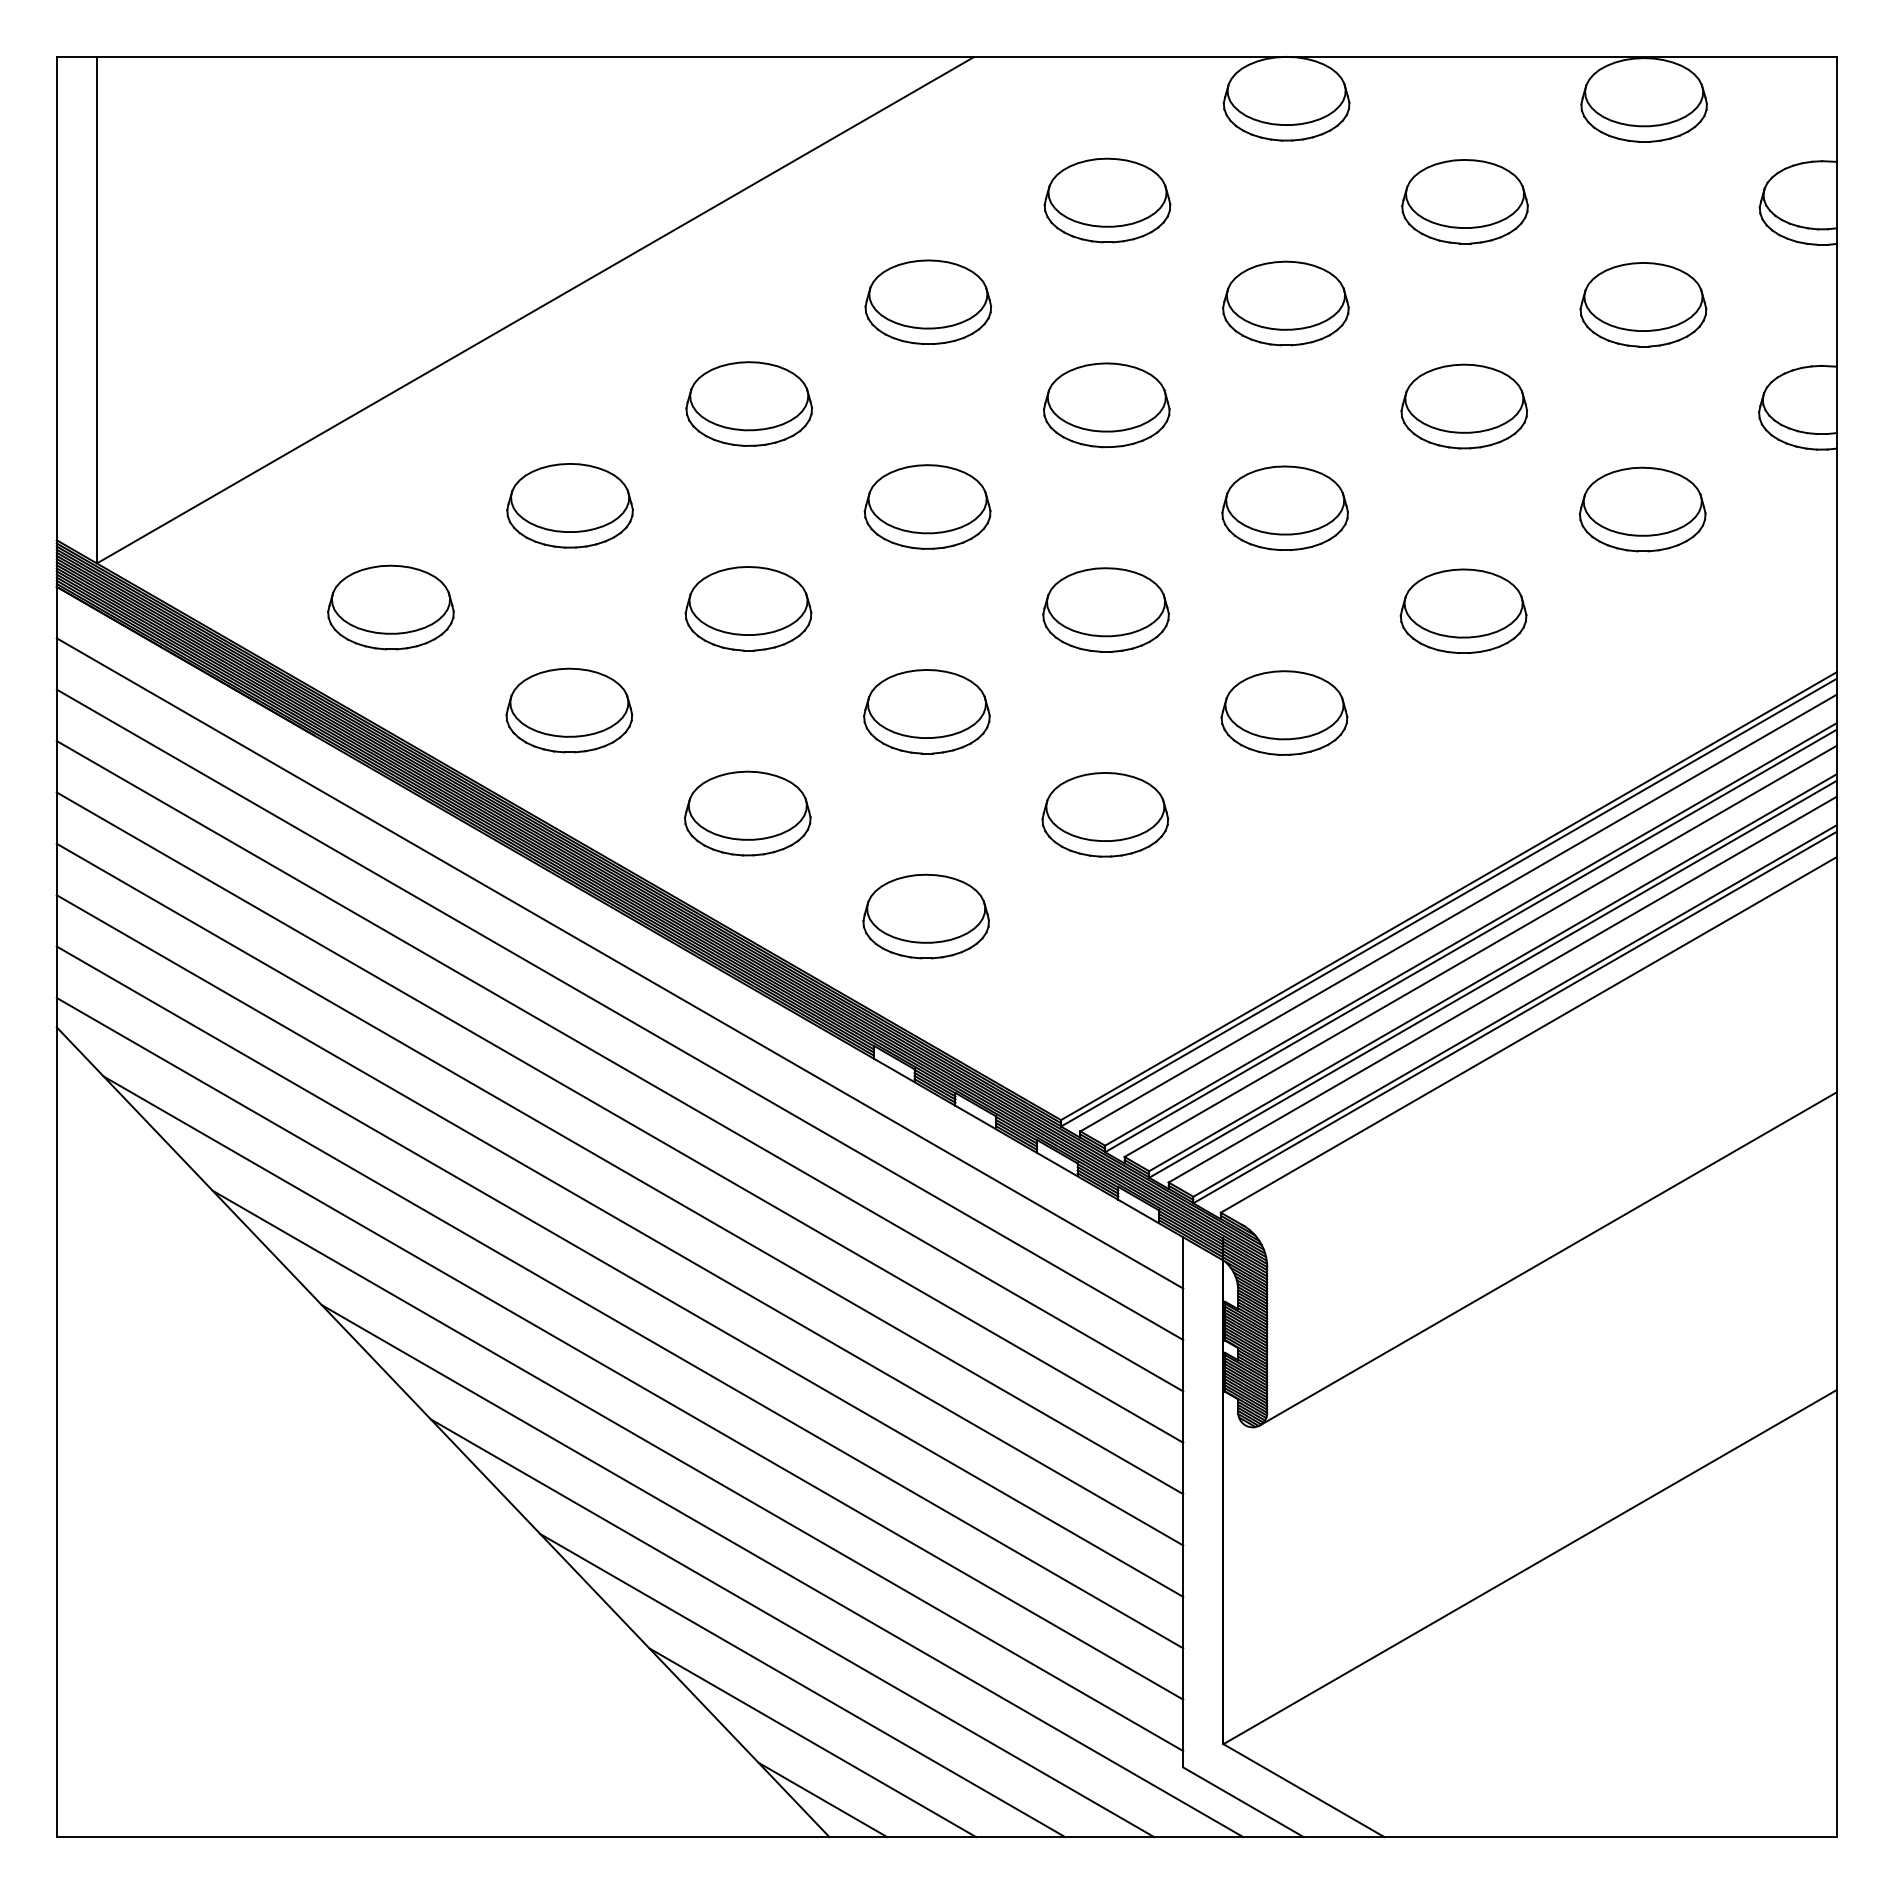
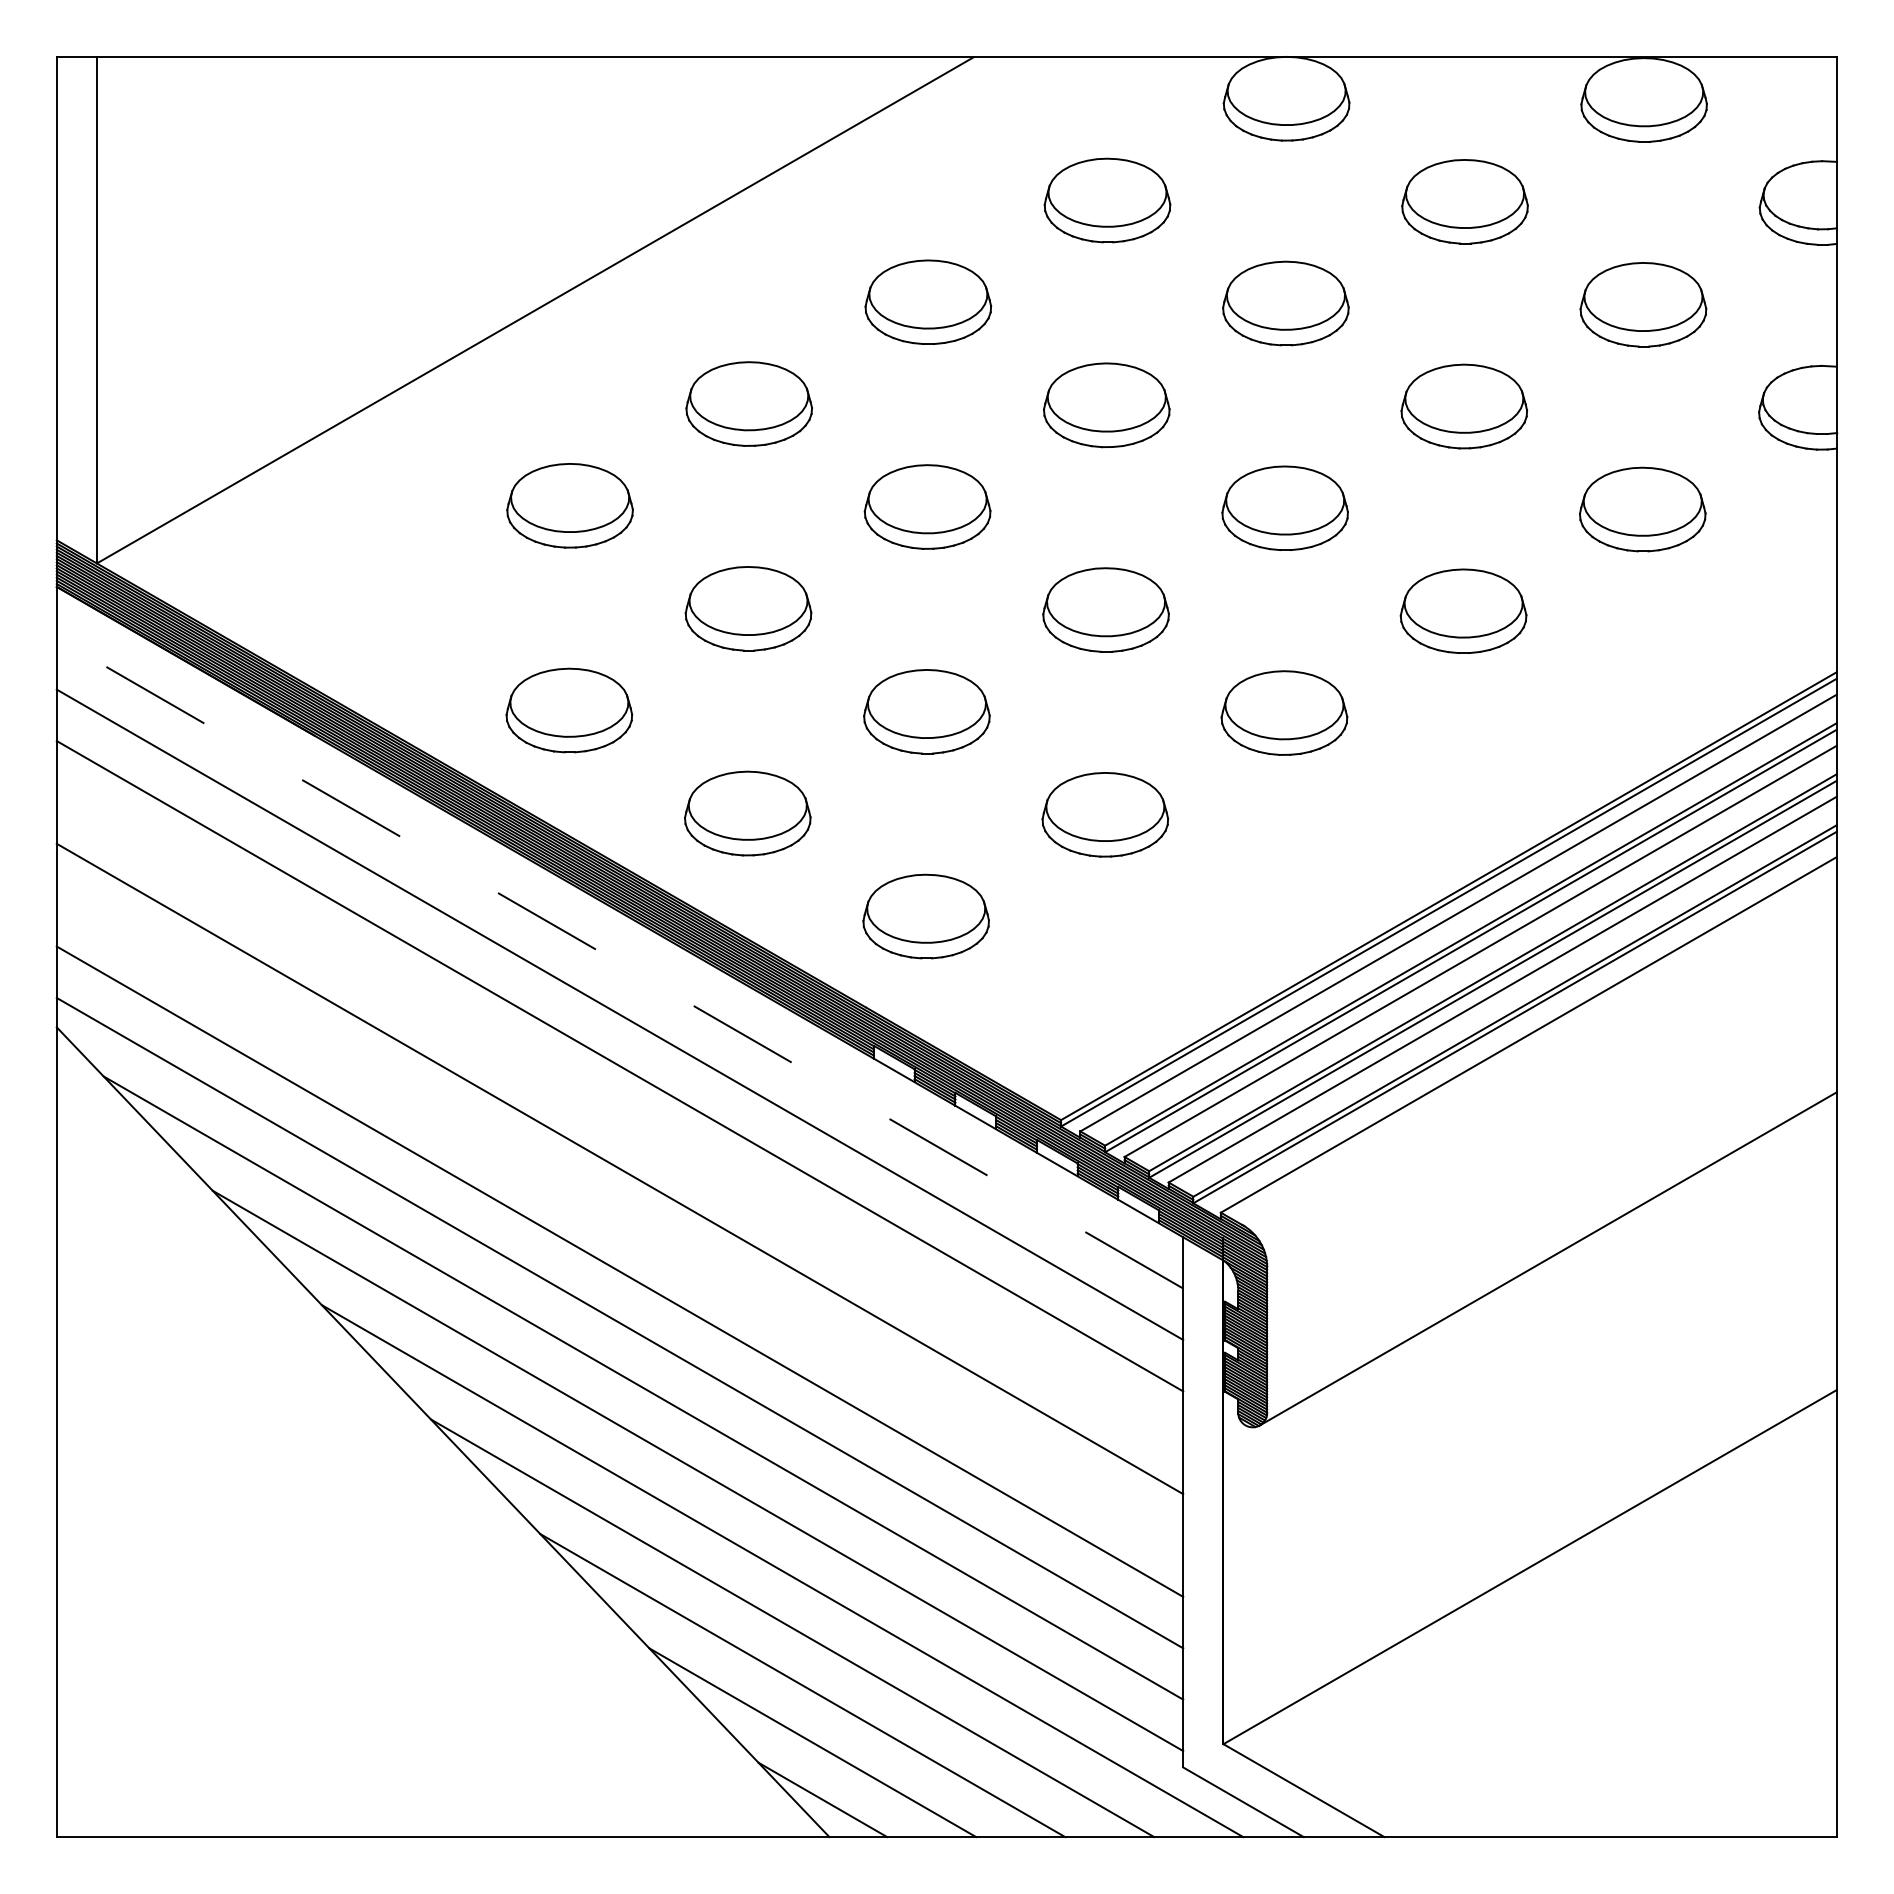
part at (390, 607): present -> none
line at (619, 963): solid -> dashed
line at (619, 1117): present -> none
line at (619, 1220): present -> none
